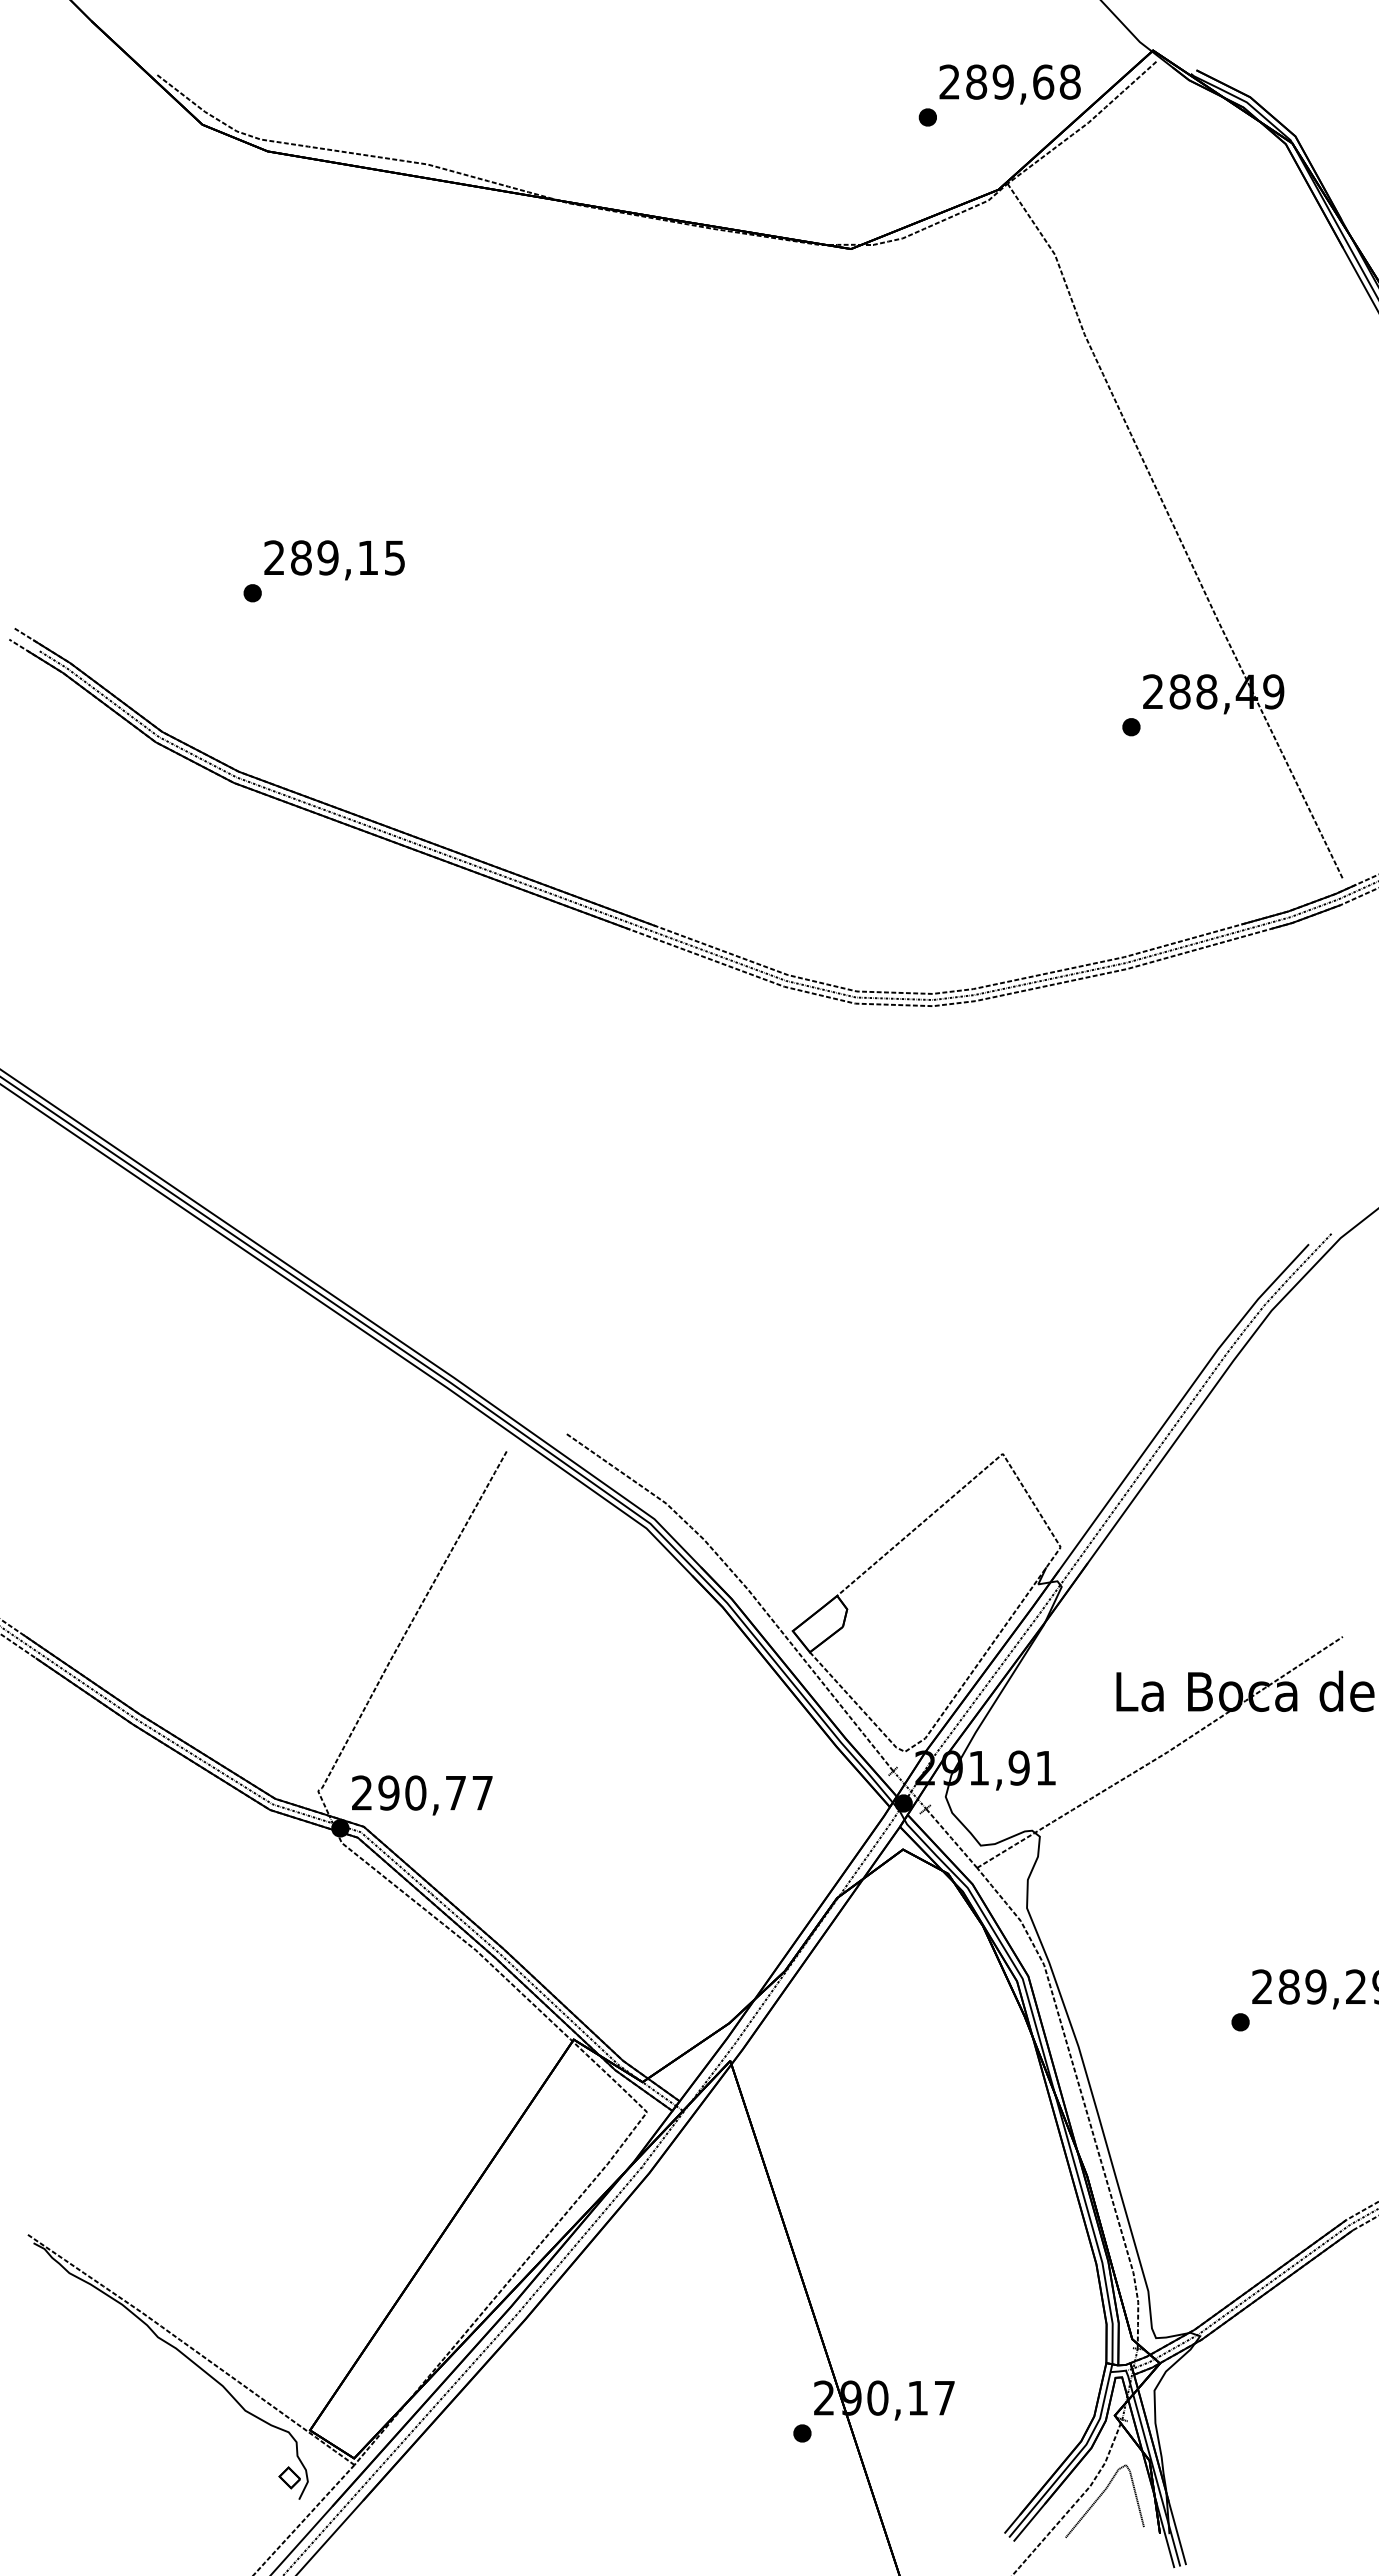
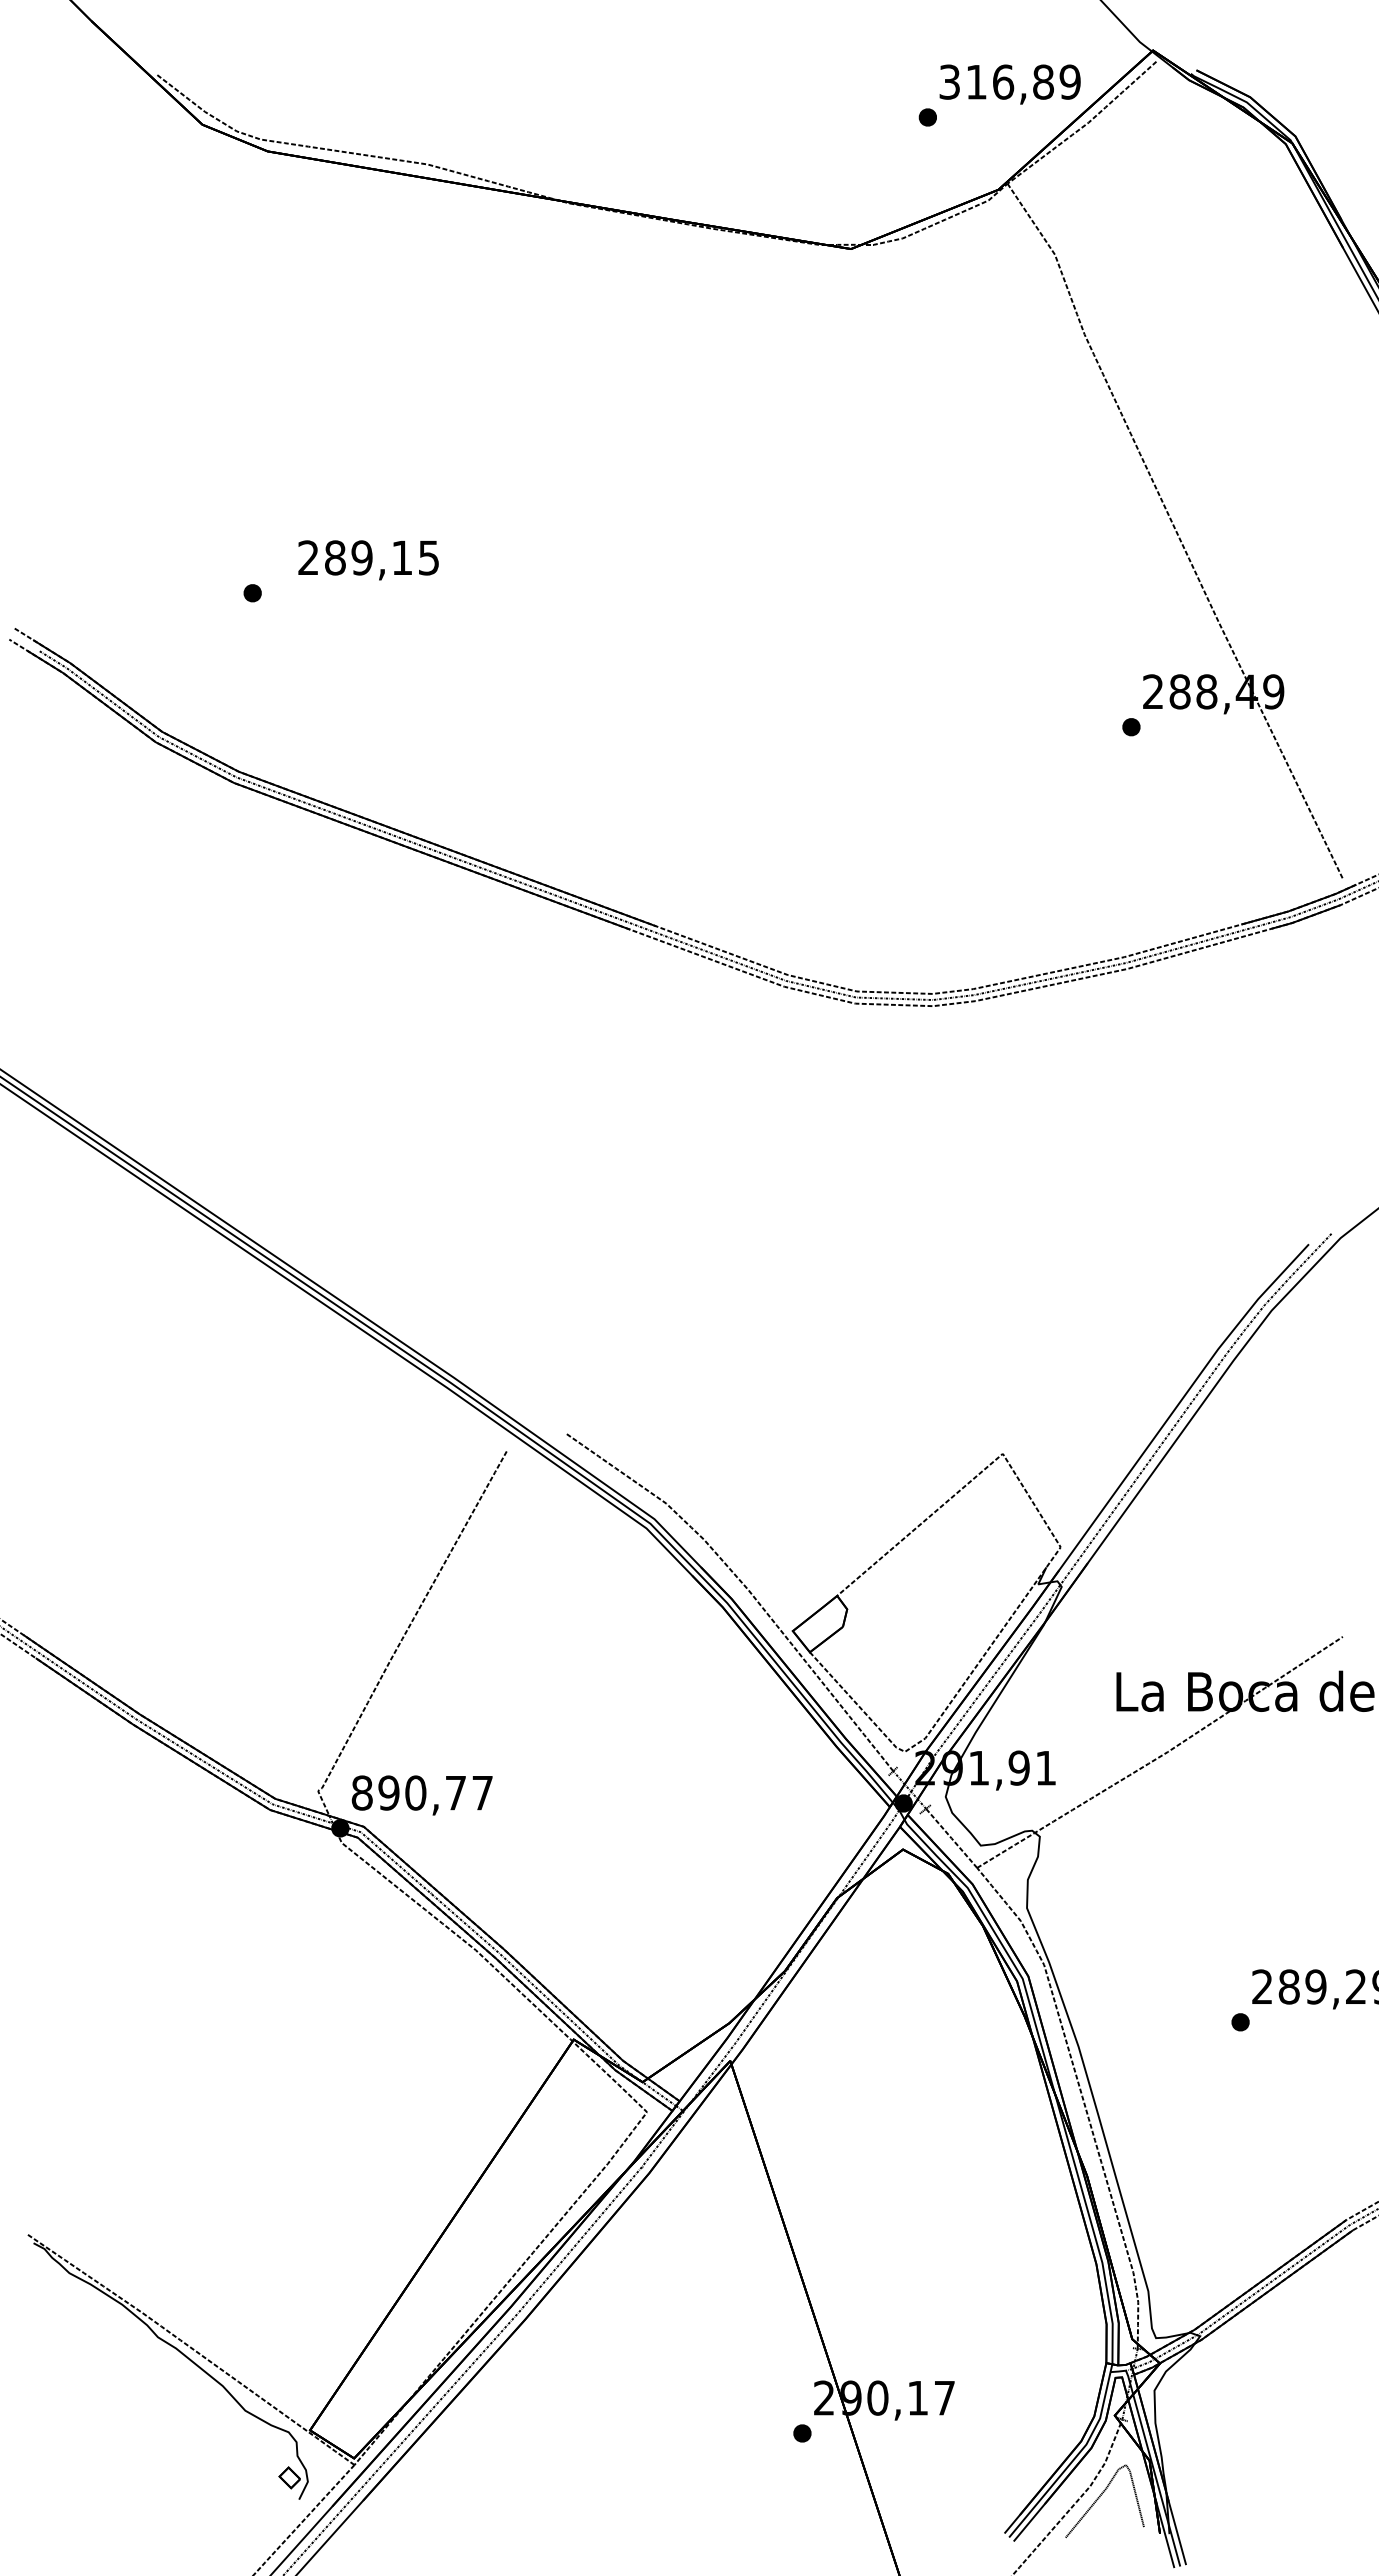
text at (1009, 81): 289,68 -> 316,89
text at (334, 560) position: (334, 560) -> (368, 560)
text at (361, 1792): 290,77 -> 890,77
